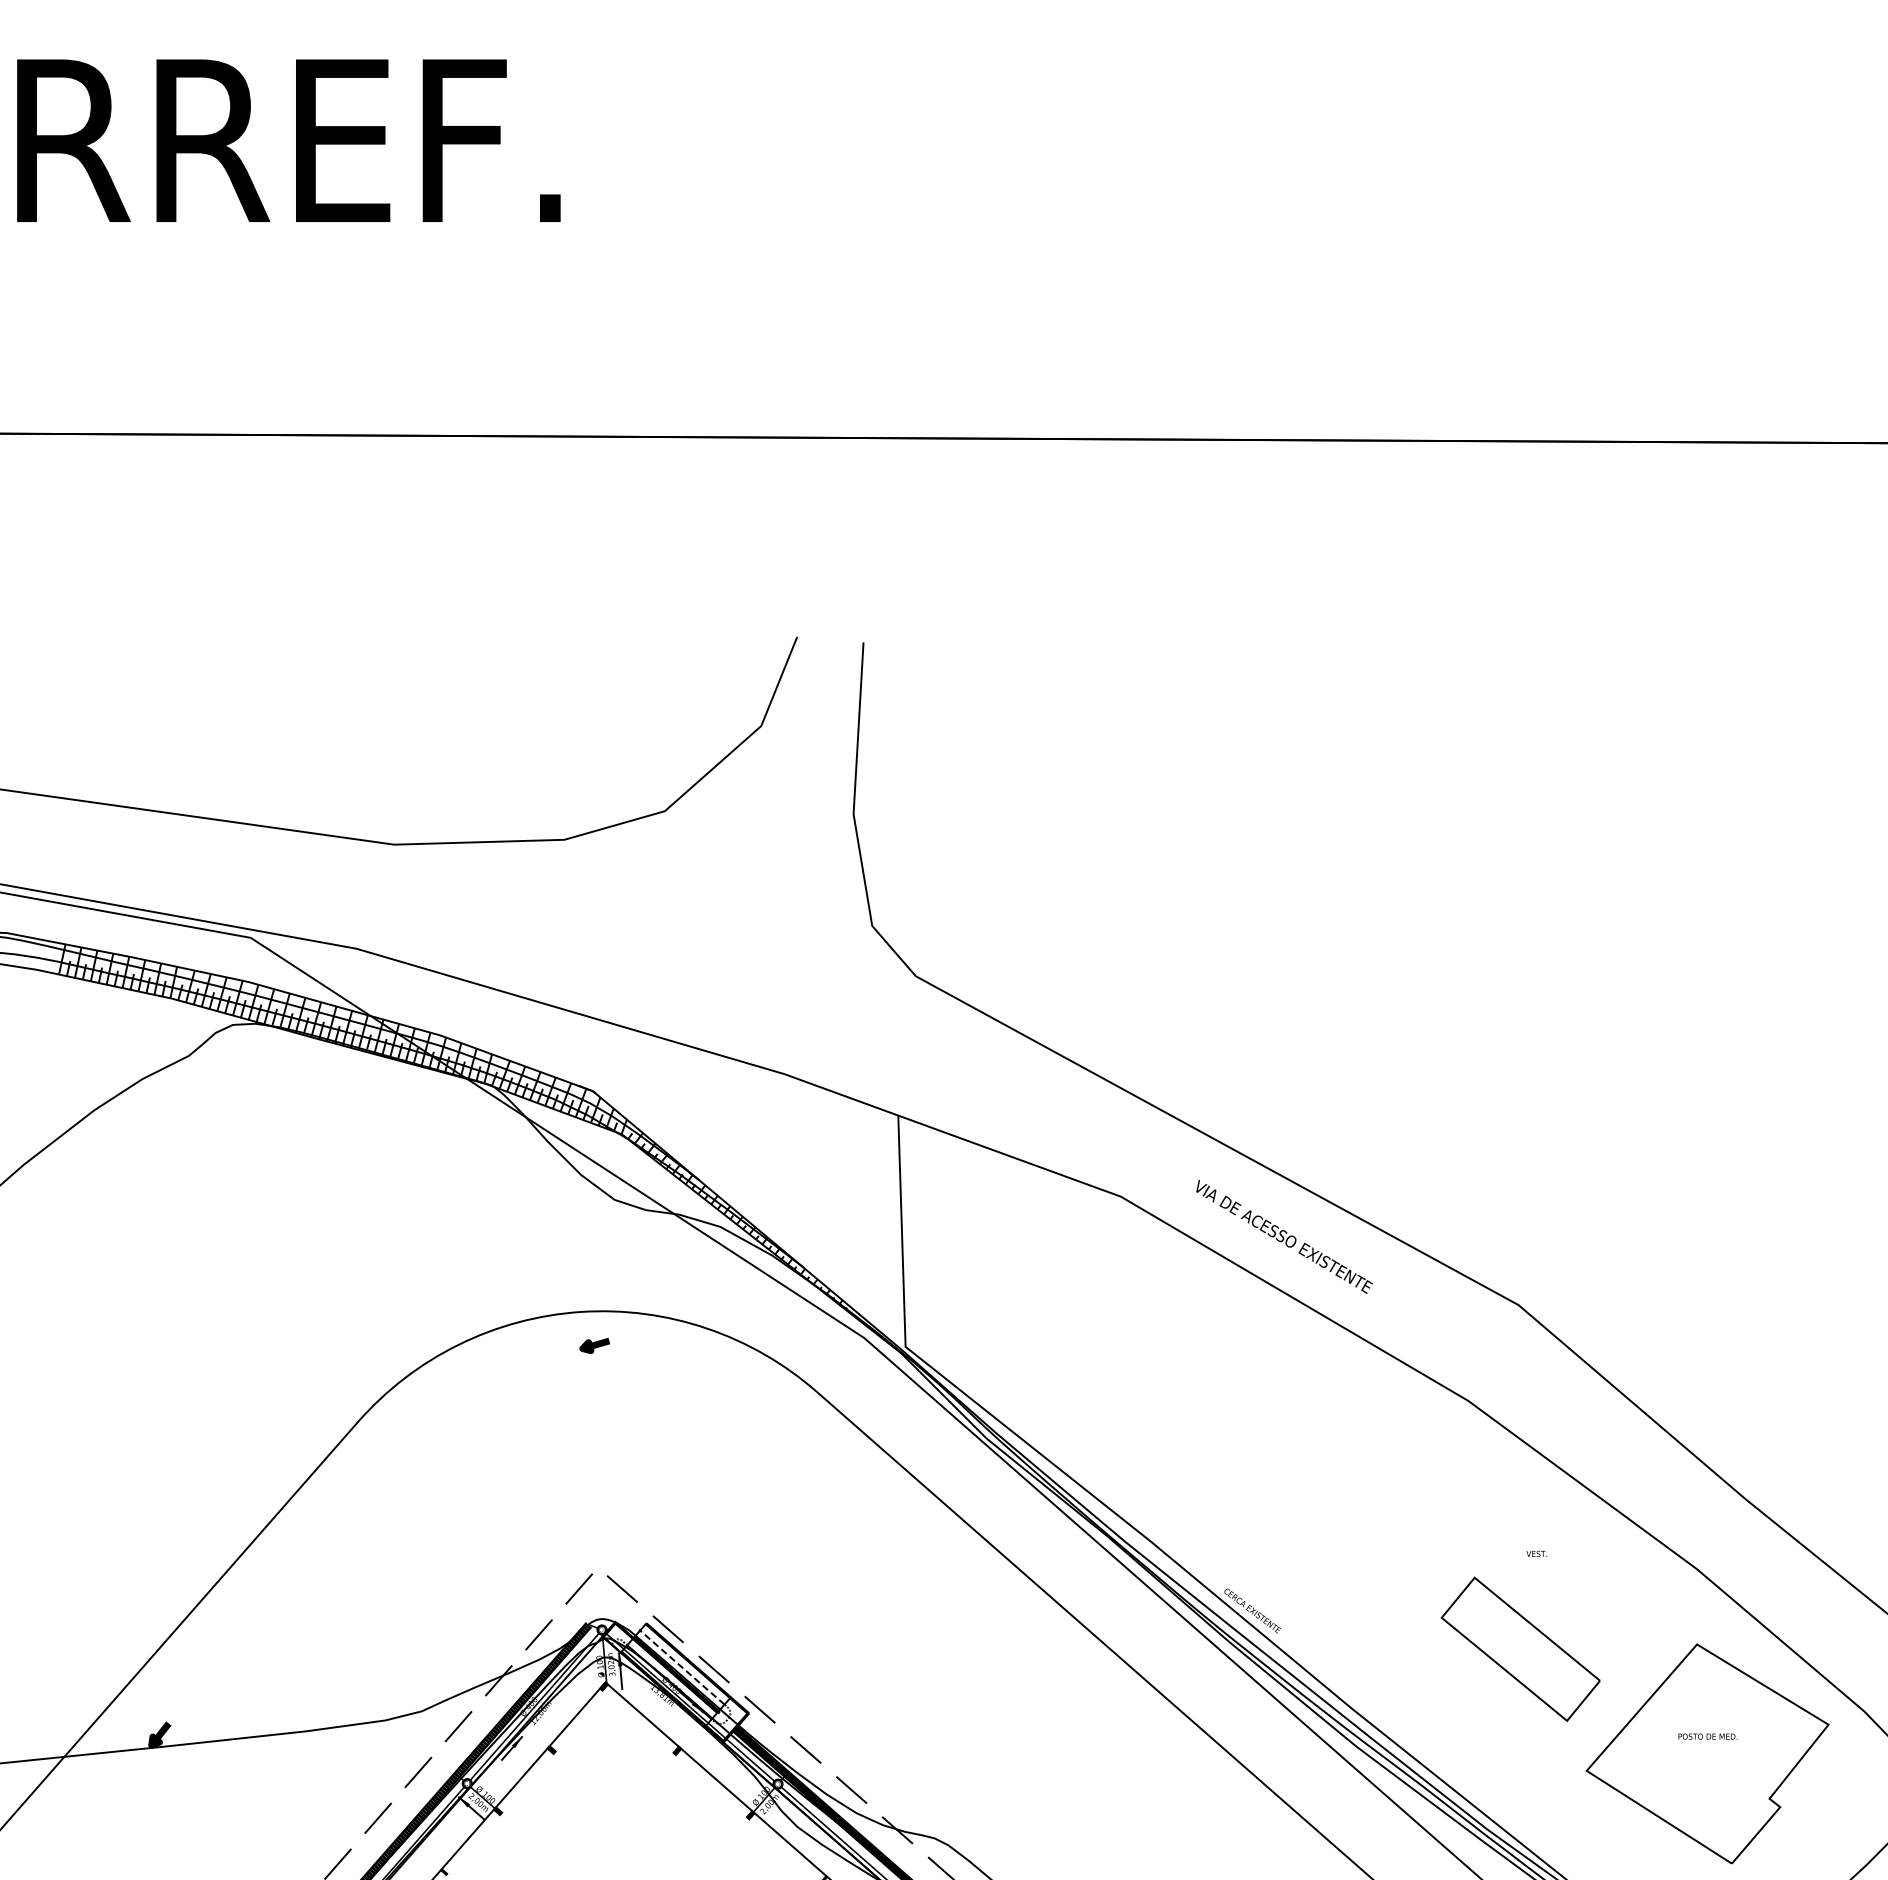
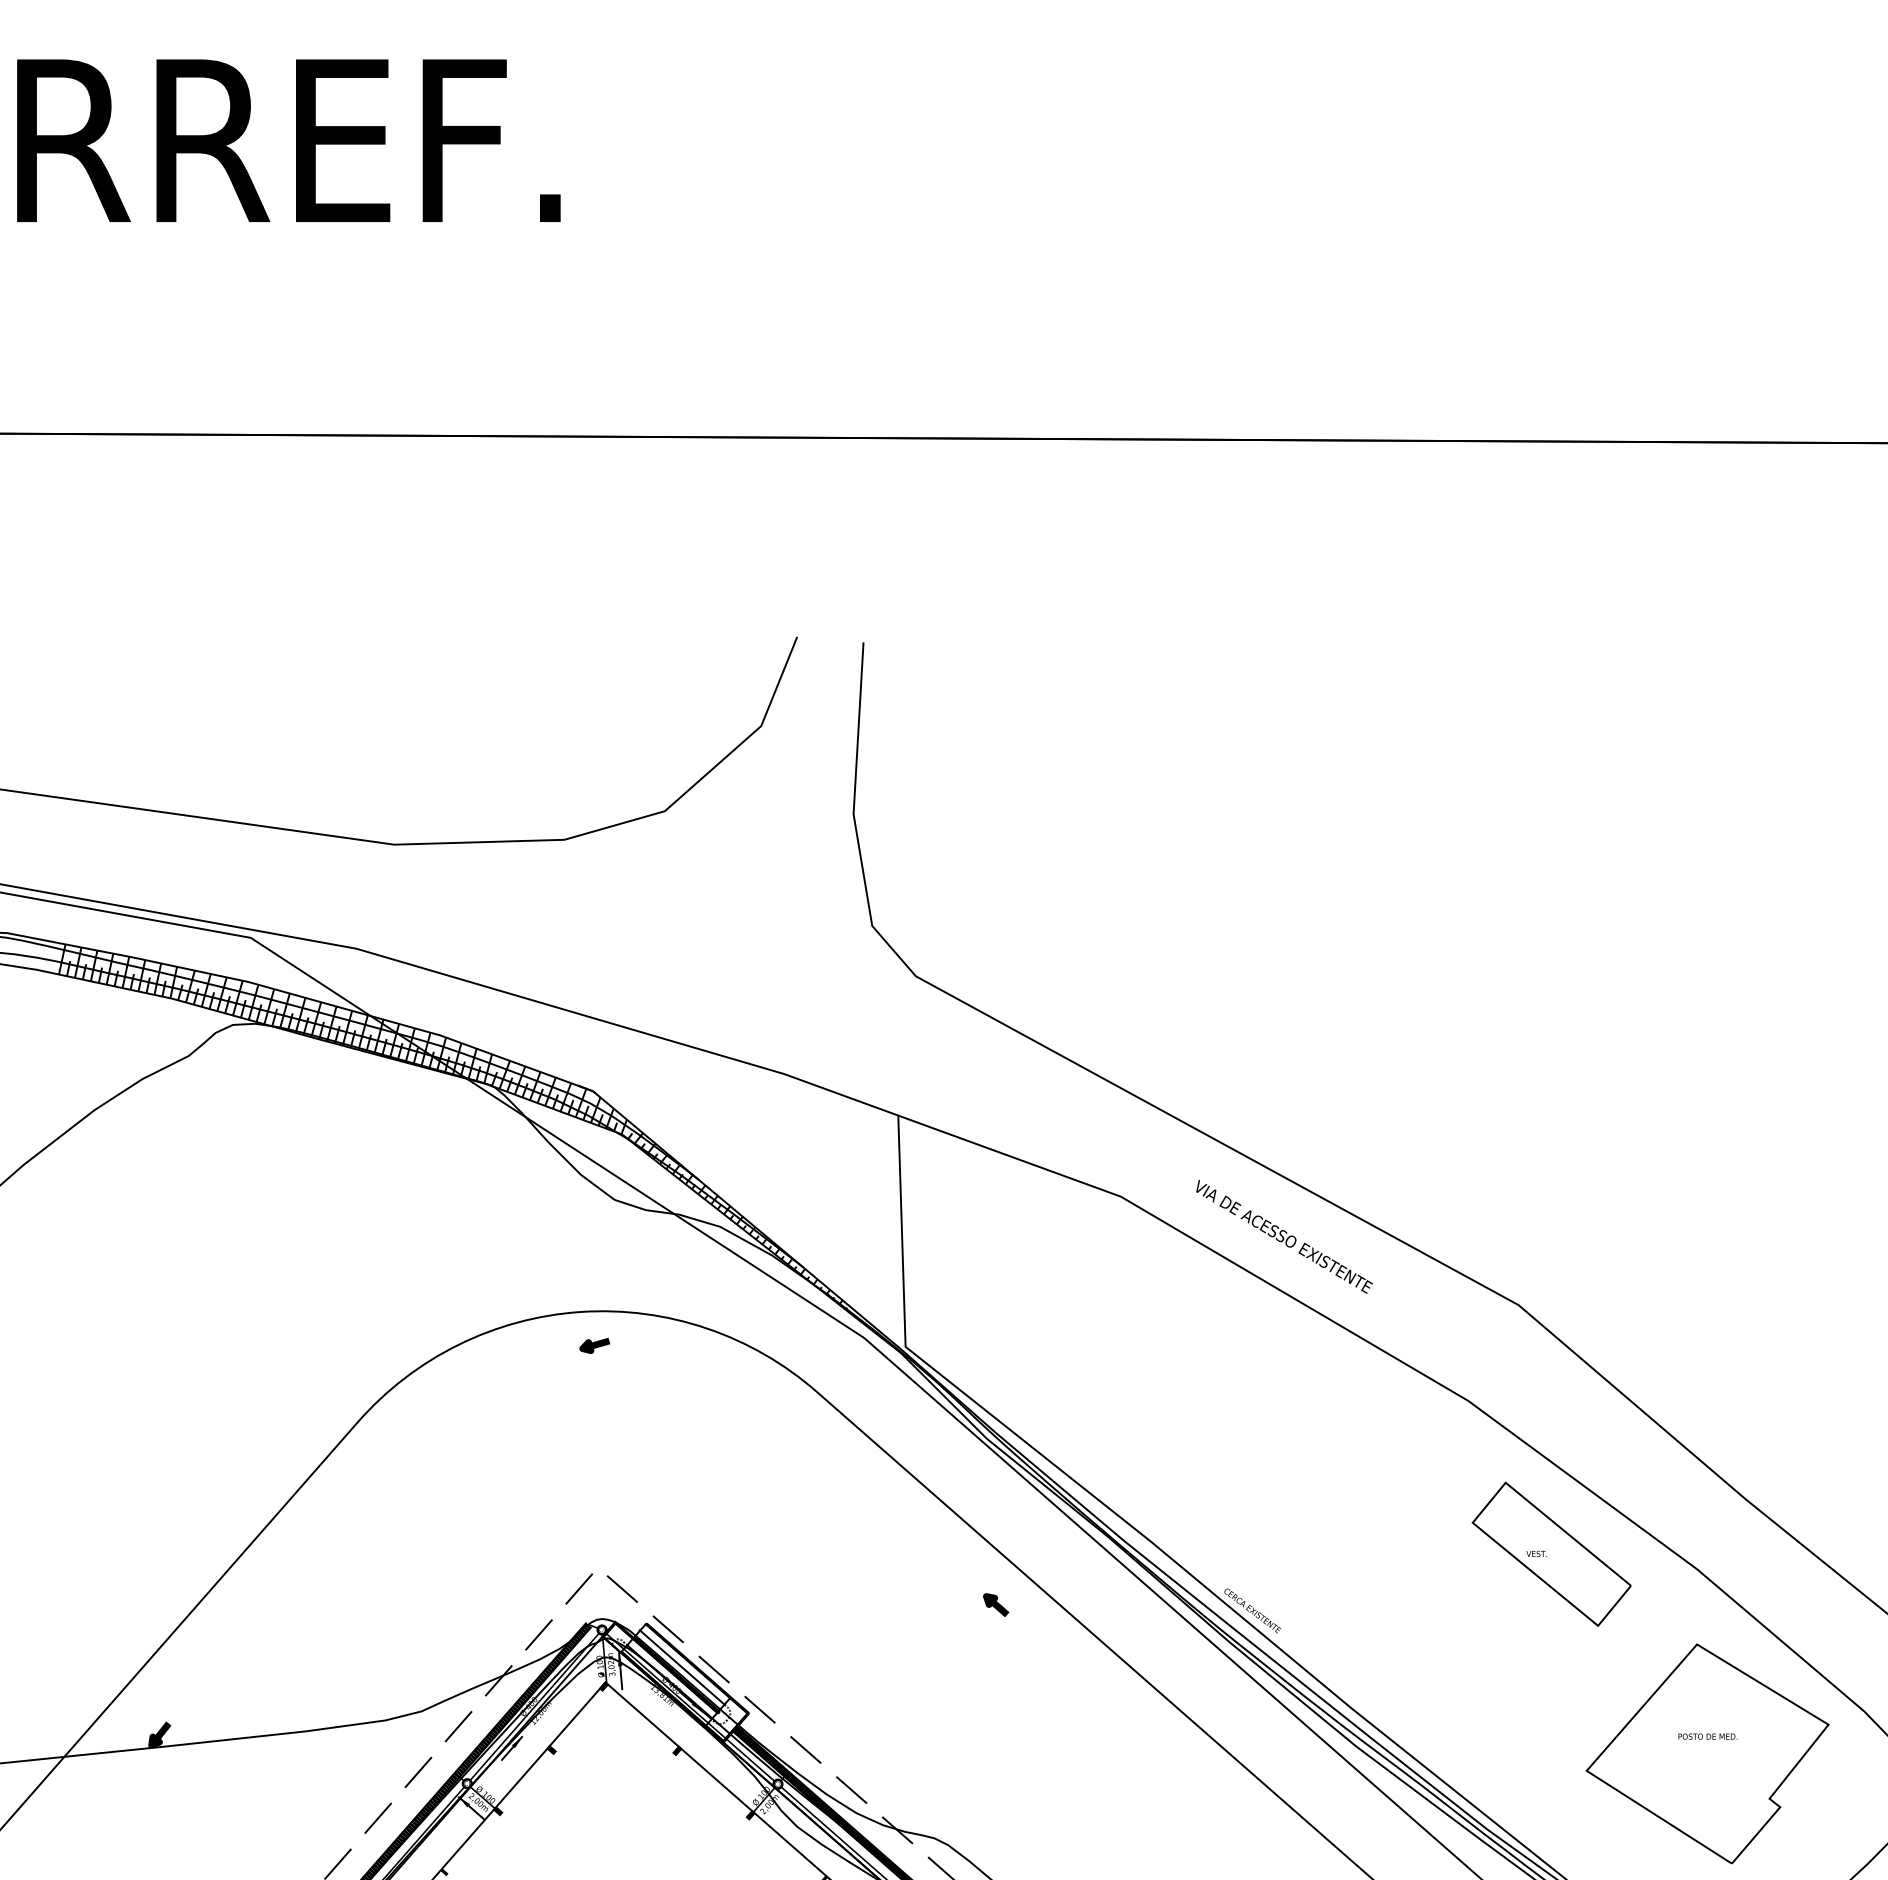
part at (996, 1604): none -> present
part at (1520, 1648) position: (1520, 1648) -> (1551, 1553)
line at (681, 1667): dashed -> solid
